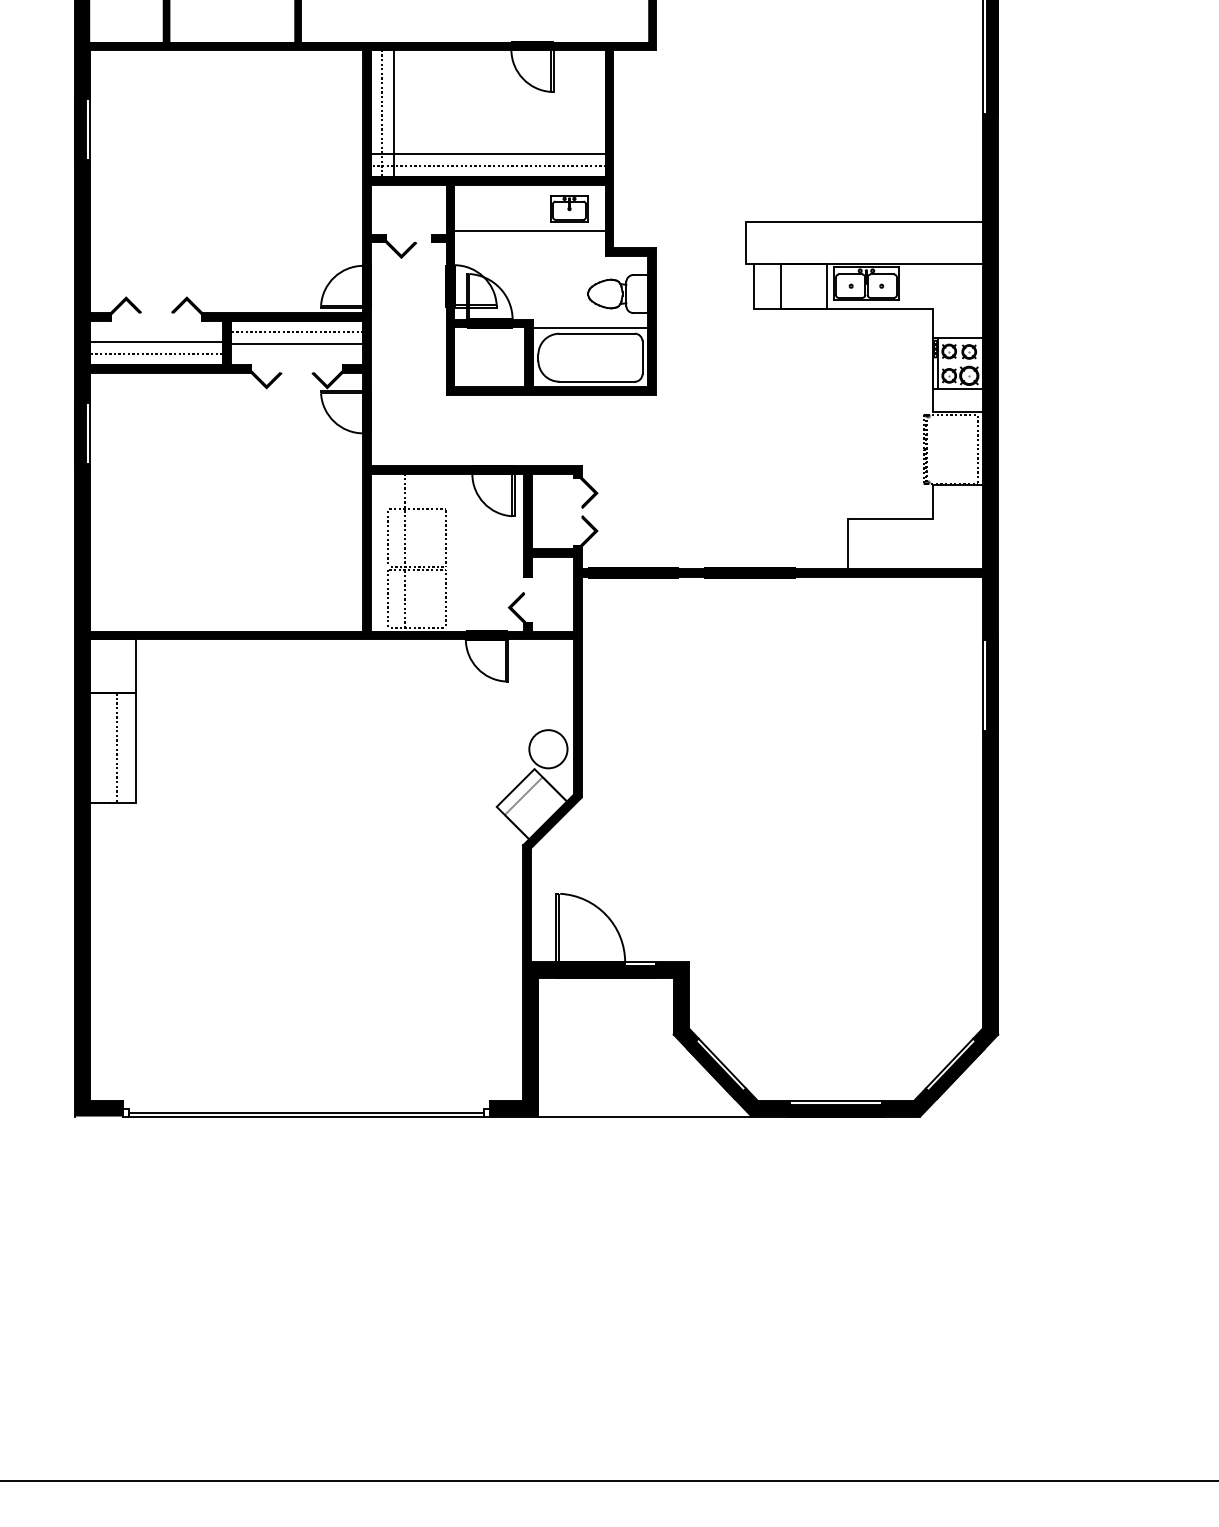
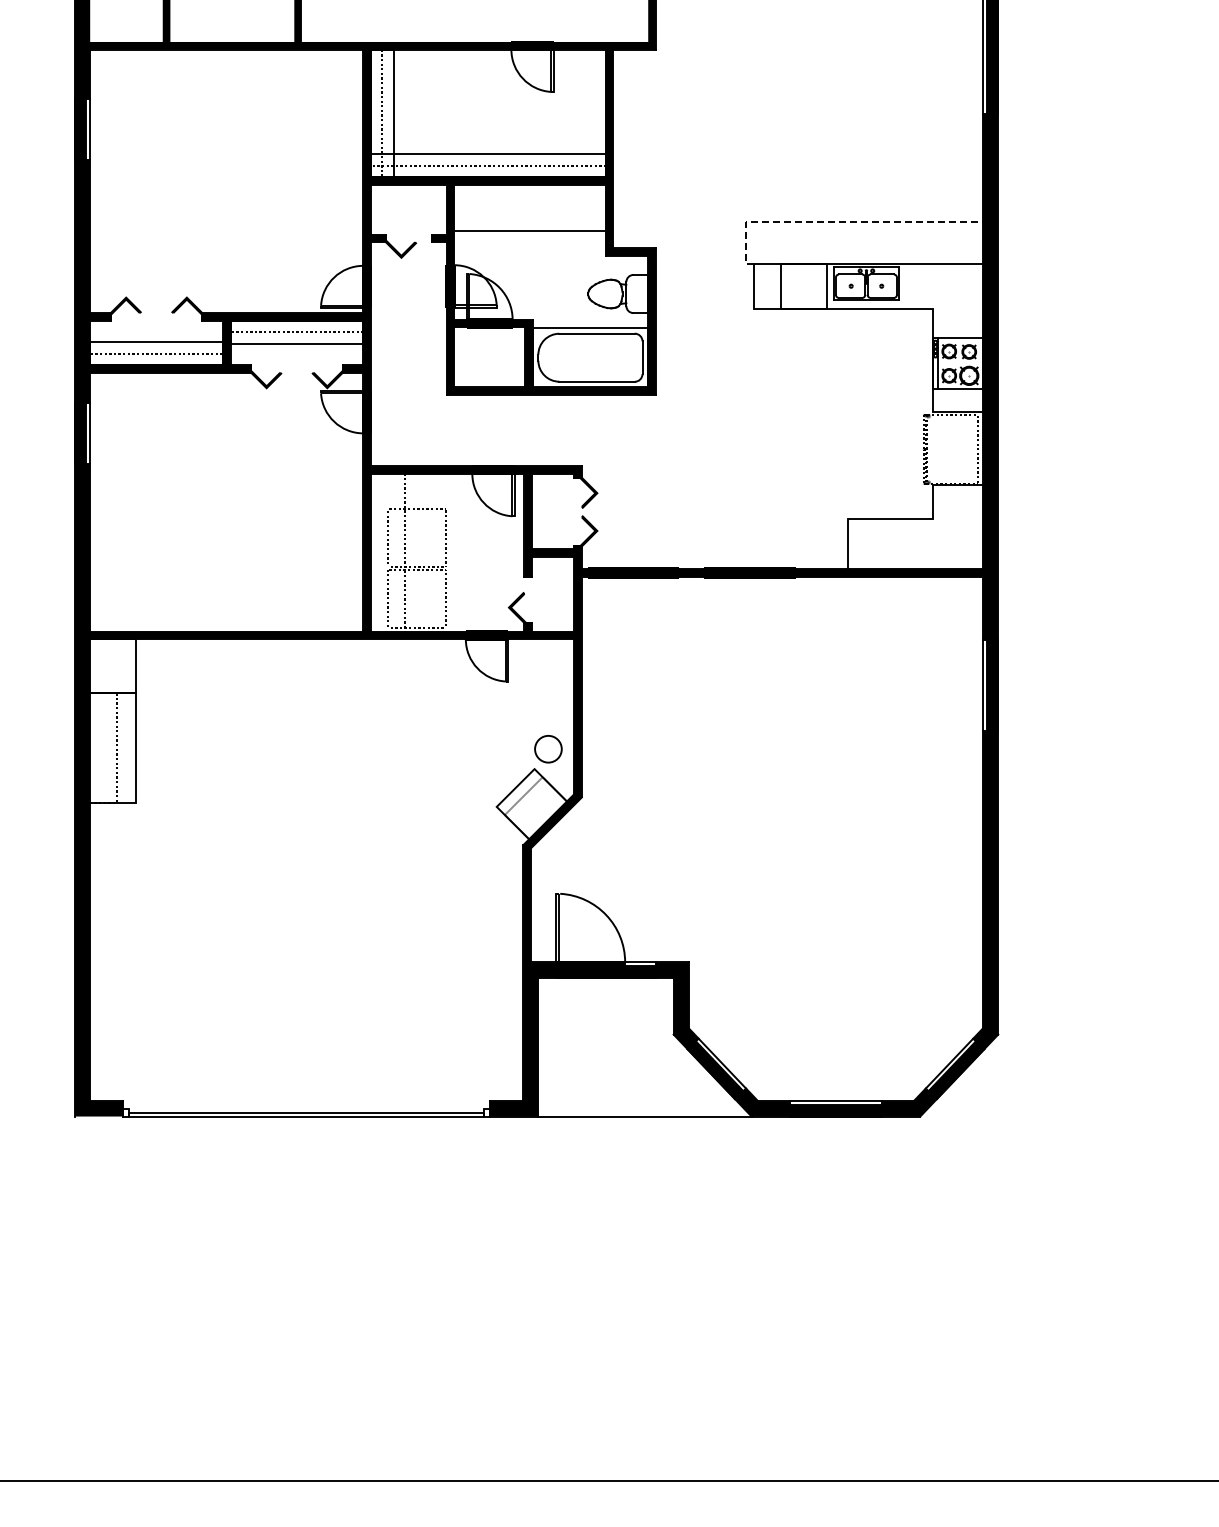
part at (569, 208): present -> none
line at (838, 222): solid -> dashed
circle at (548, 749) diameter: 38 px -> 27 px
